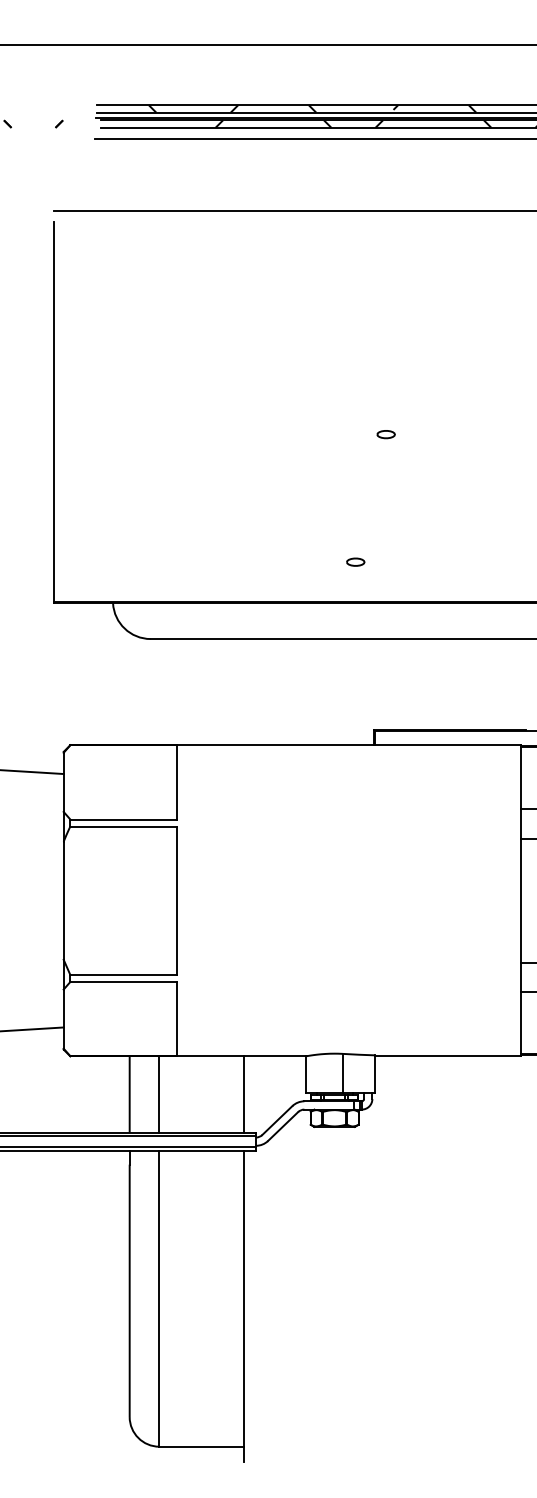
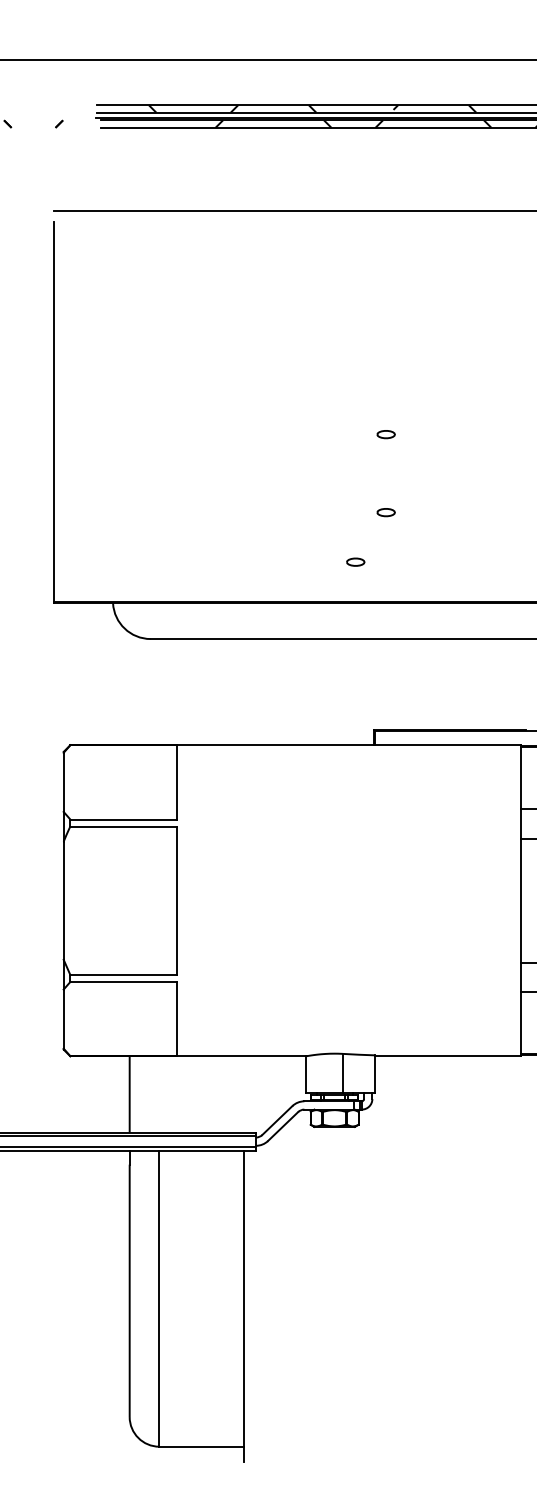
line at (267, 44) position: (267, 44) -> (267, 59)
line at (314, 139): present -> none
part at (385, 512): none -> present
line at (32, 772): present -> none
line at (32, 1029): present -> none
line at (159, 1094): present -> none
line at (244, 1094): present -> none
